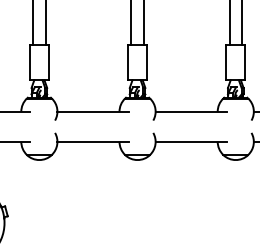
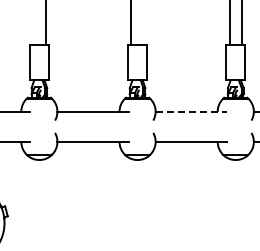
line at (33, 23): present -> none
line at (143, 23): present -> none
line at (191, 111): solid -> dashed
